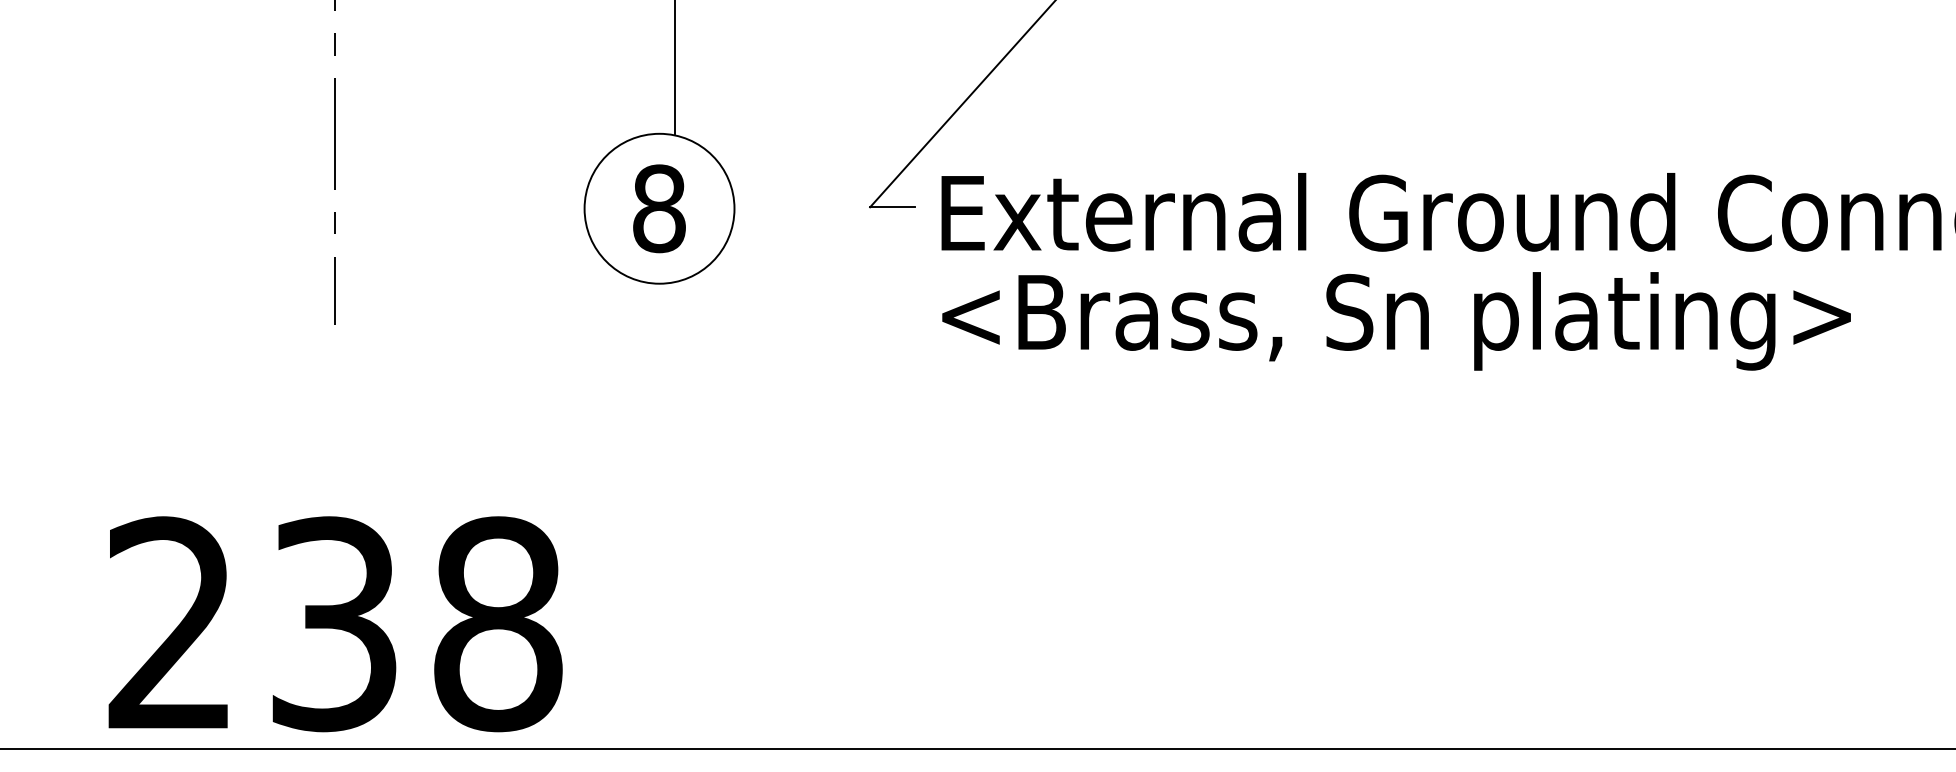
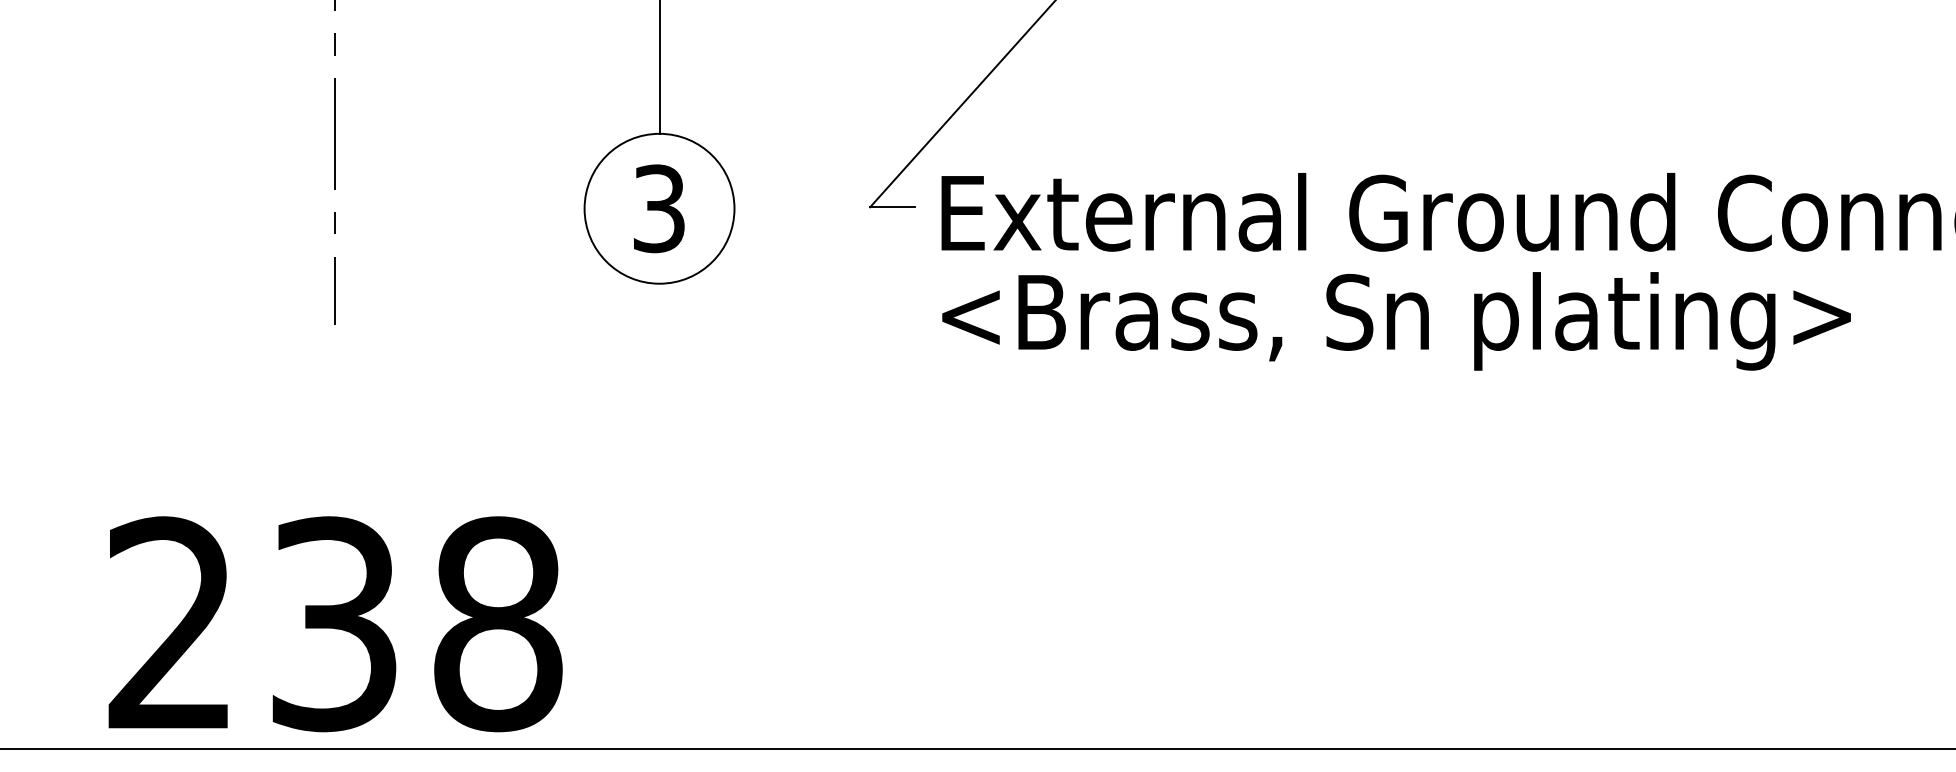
line at (674, 67) position: (674, 67) -> (659, 67)
text at (659, 208): 8 -> 3
